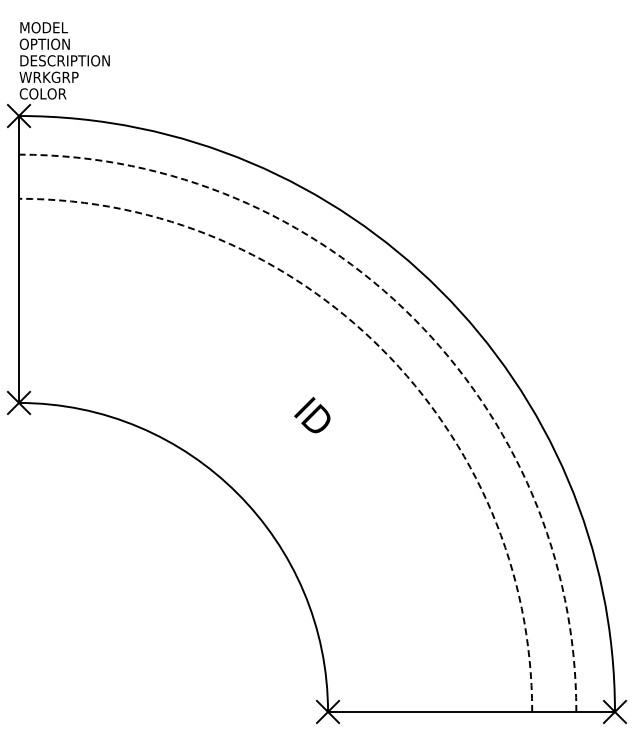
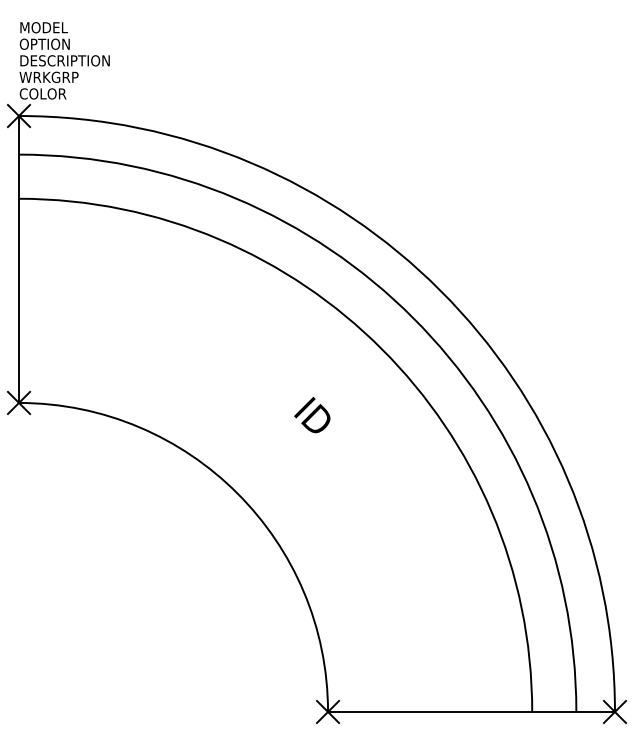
arc at (413, 317): dashed -> solid
arc at (381, 349): dashed -> solid
